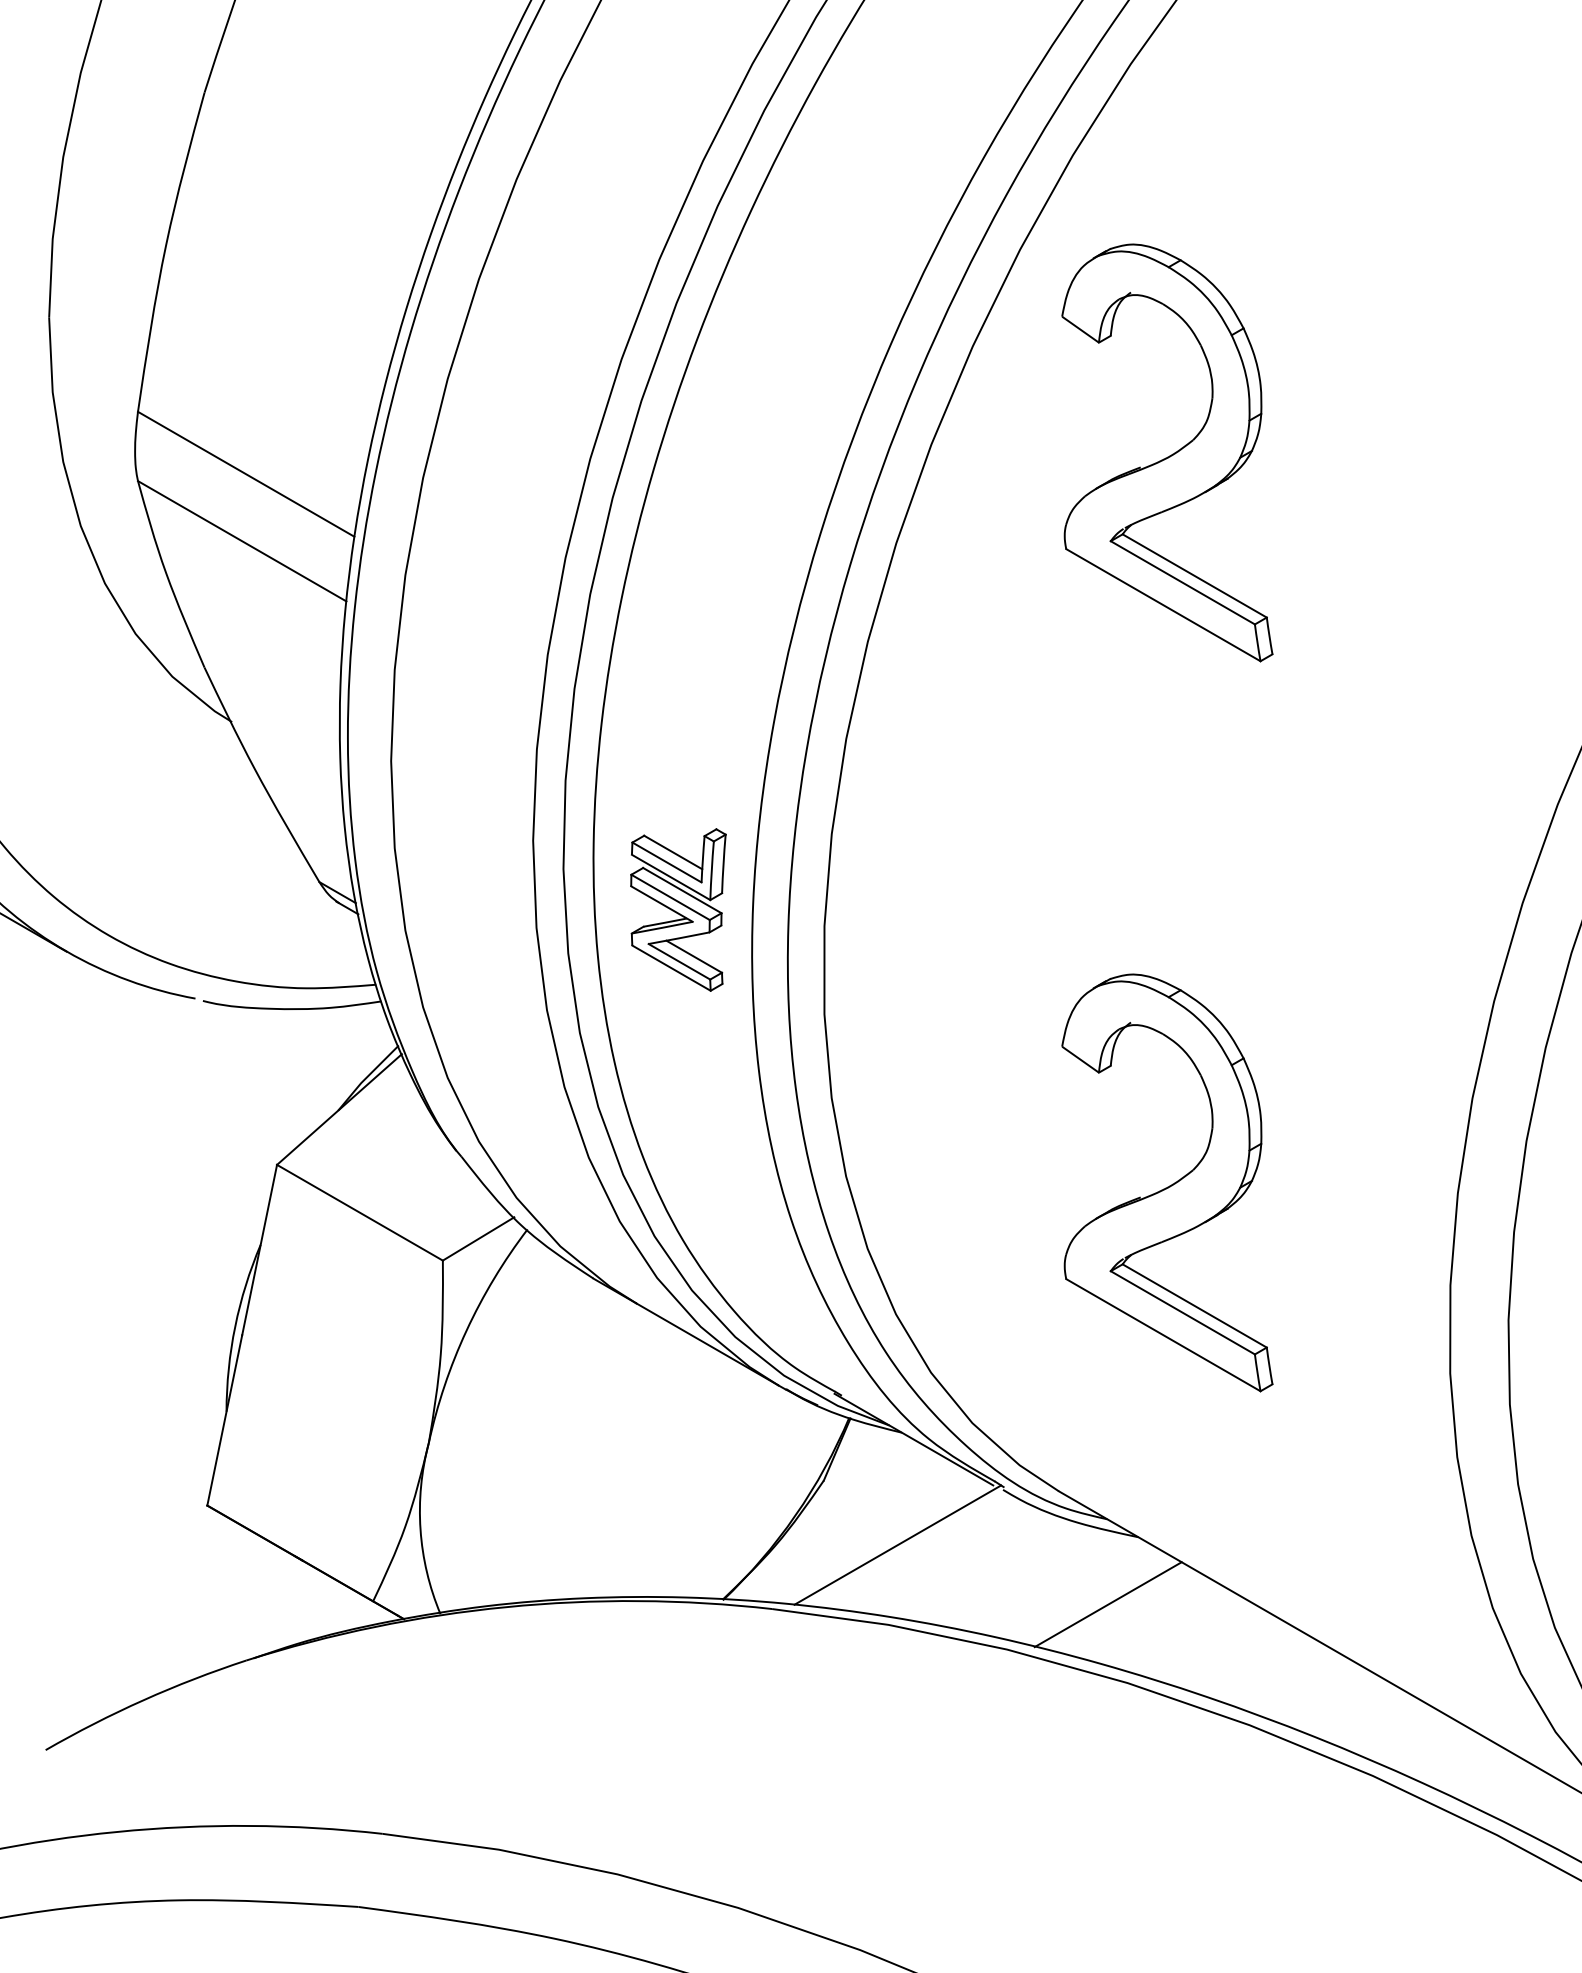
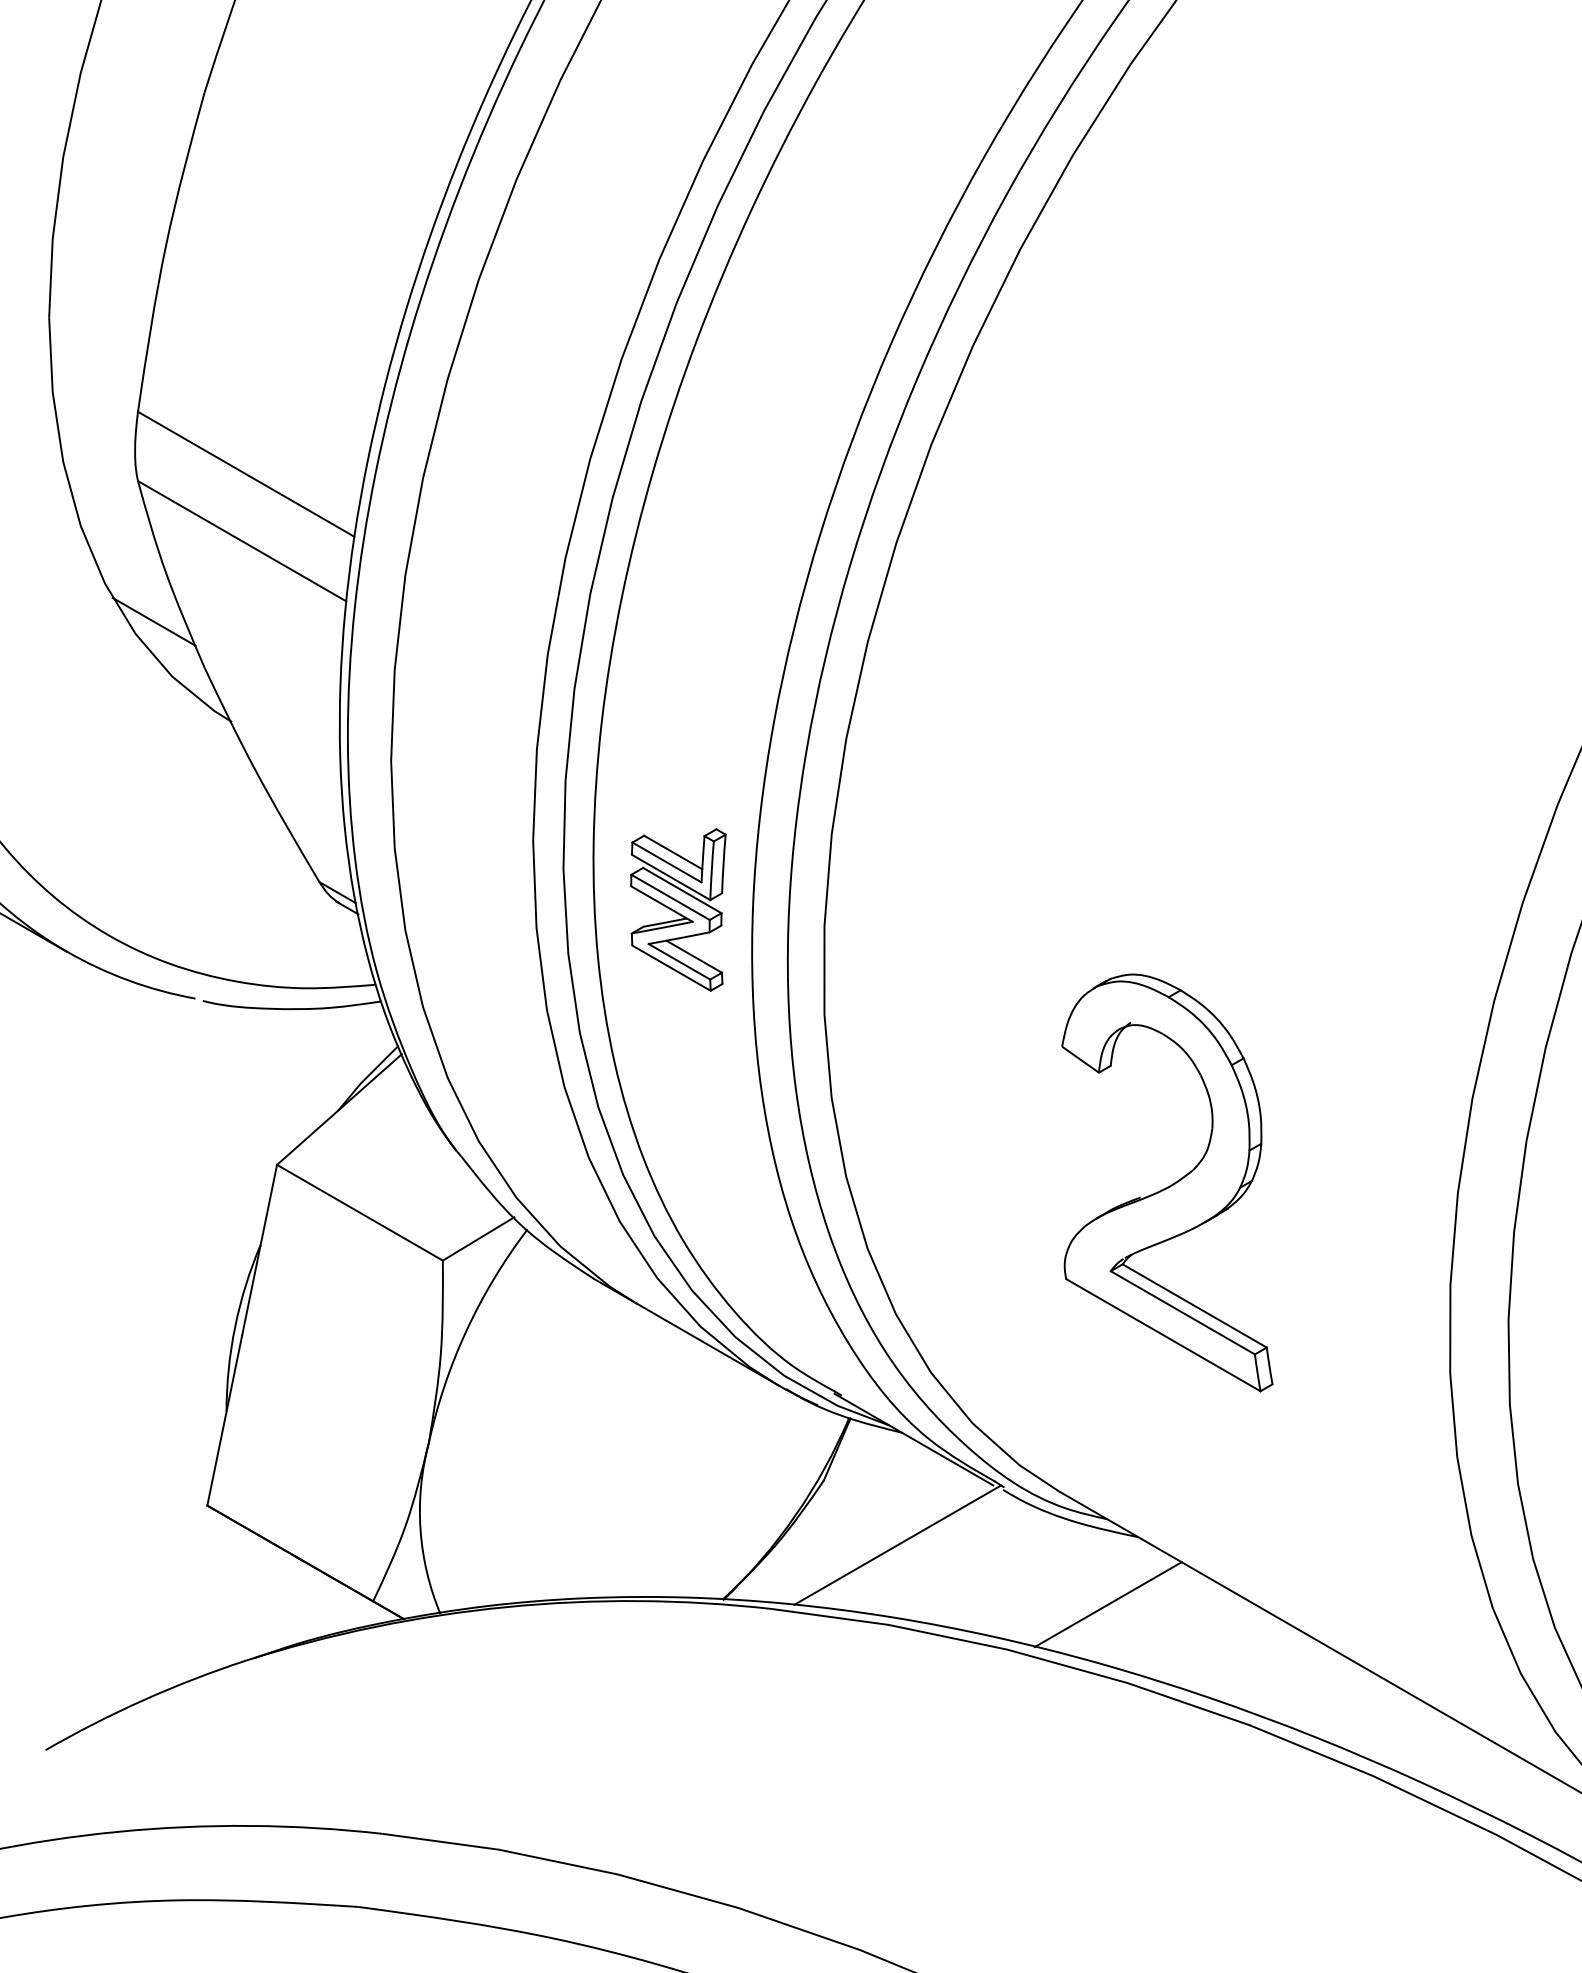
part at (1167, 452): present -> none
line at (153, 621): none -> present
